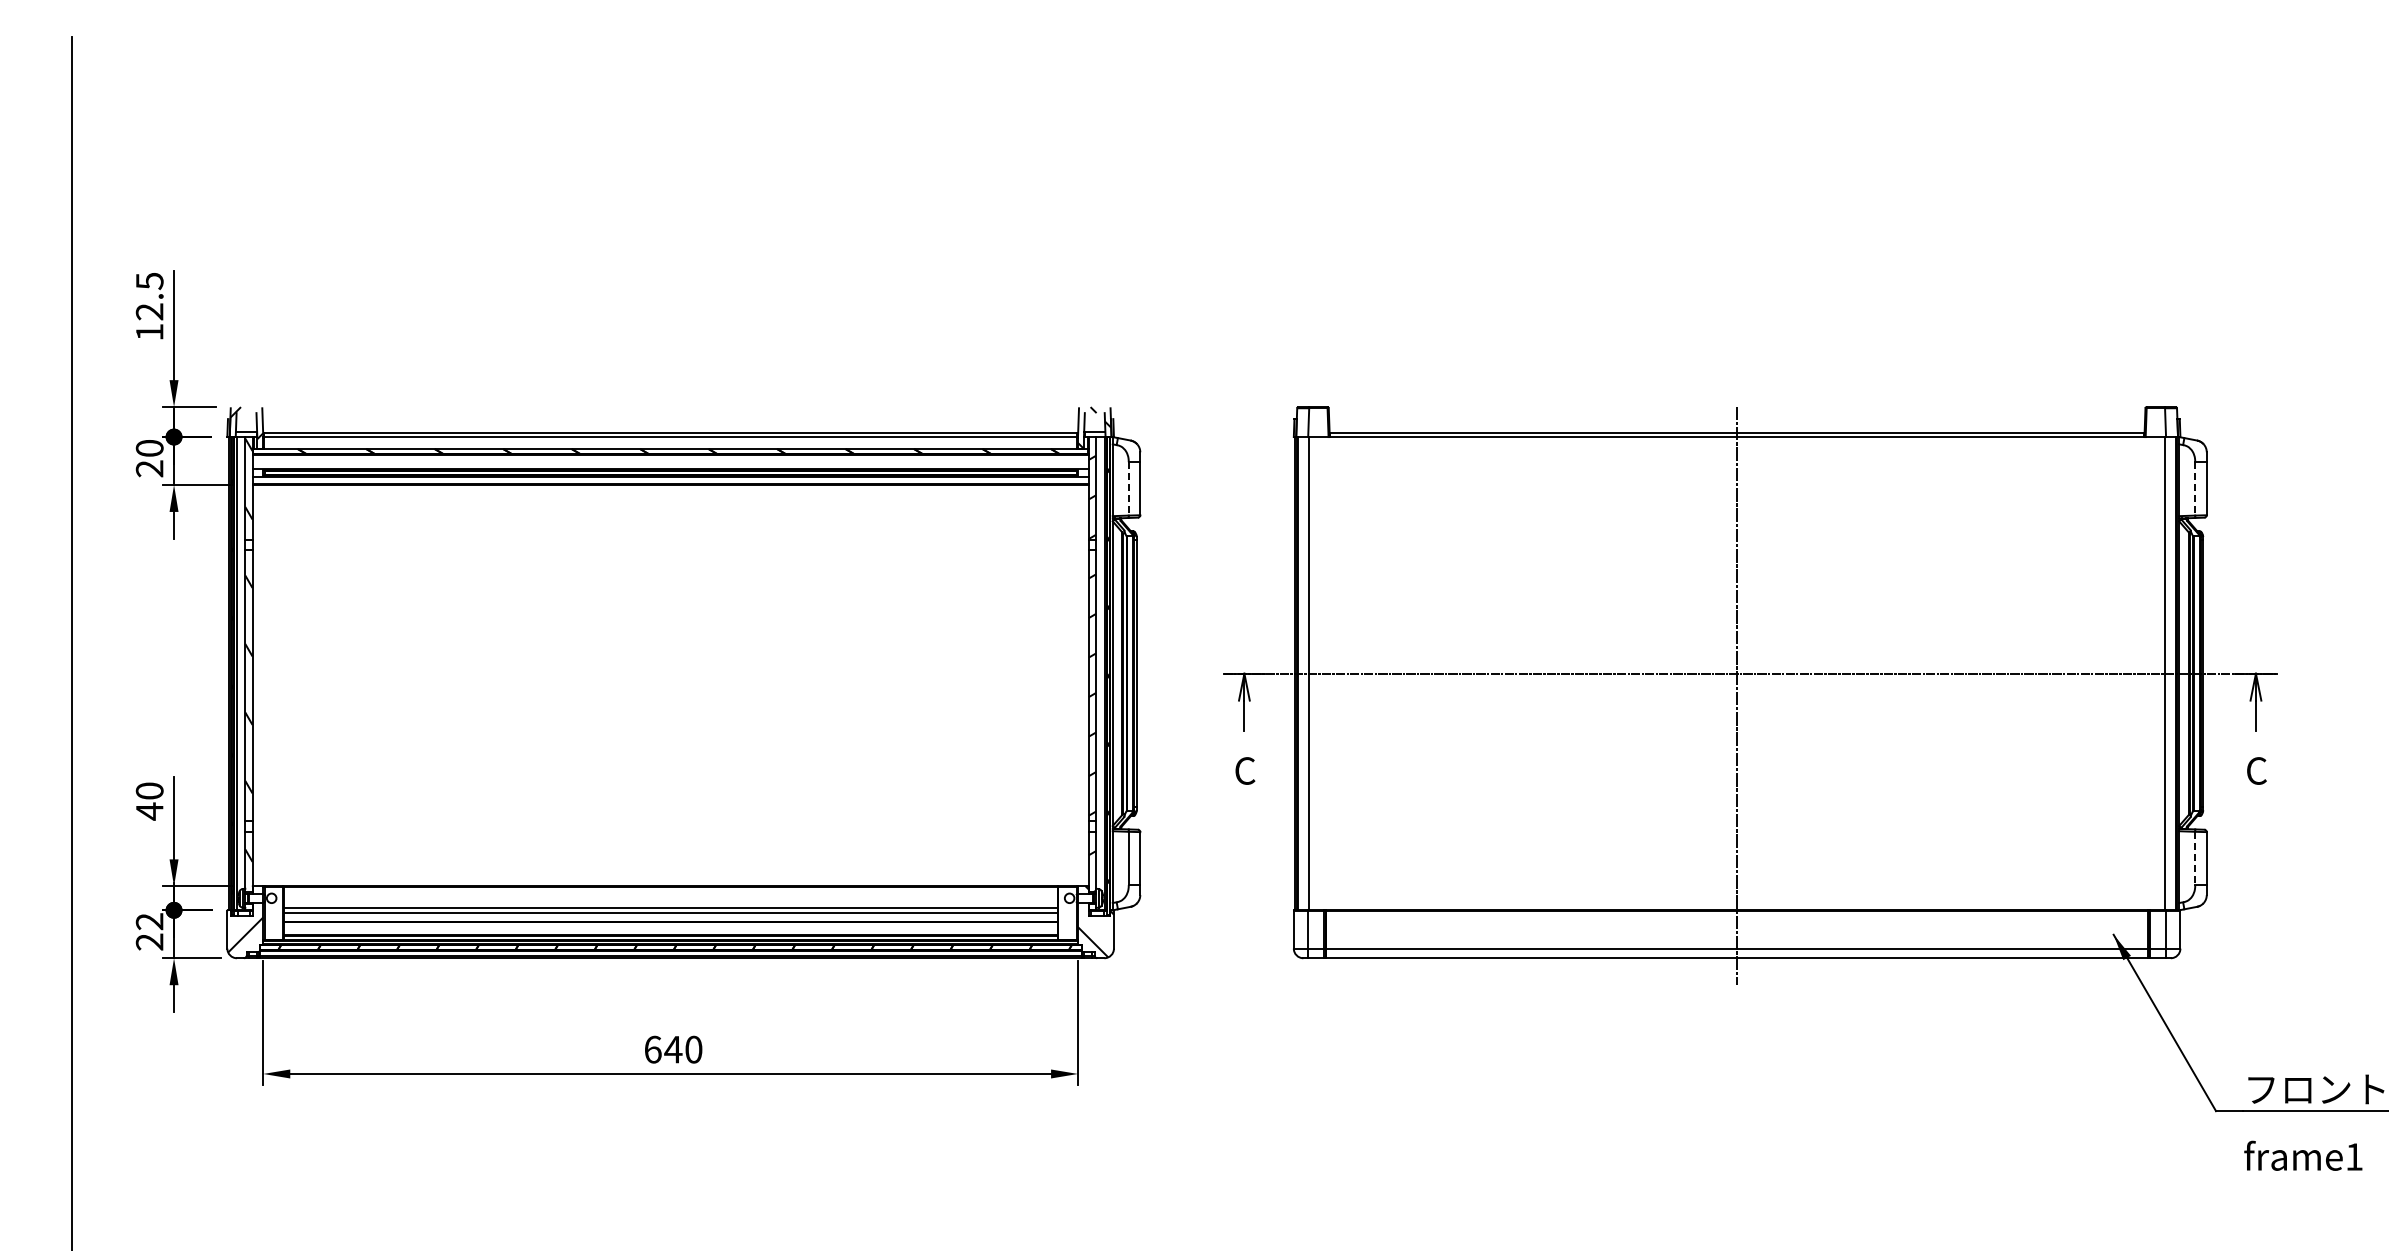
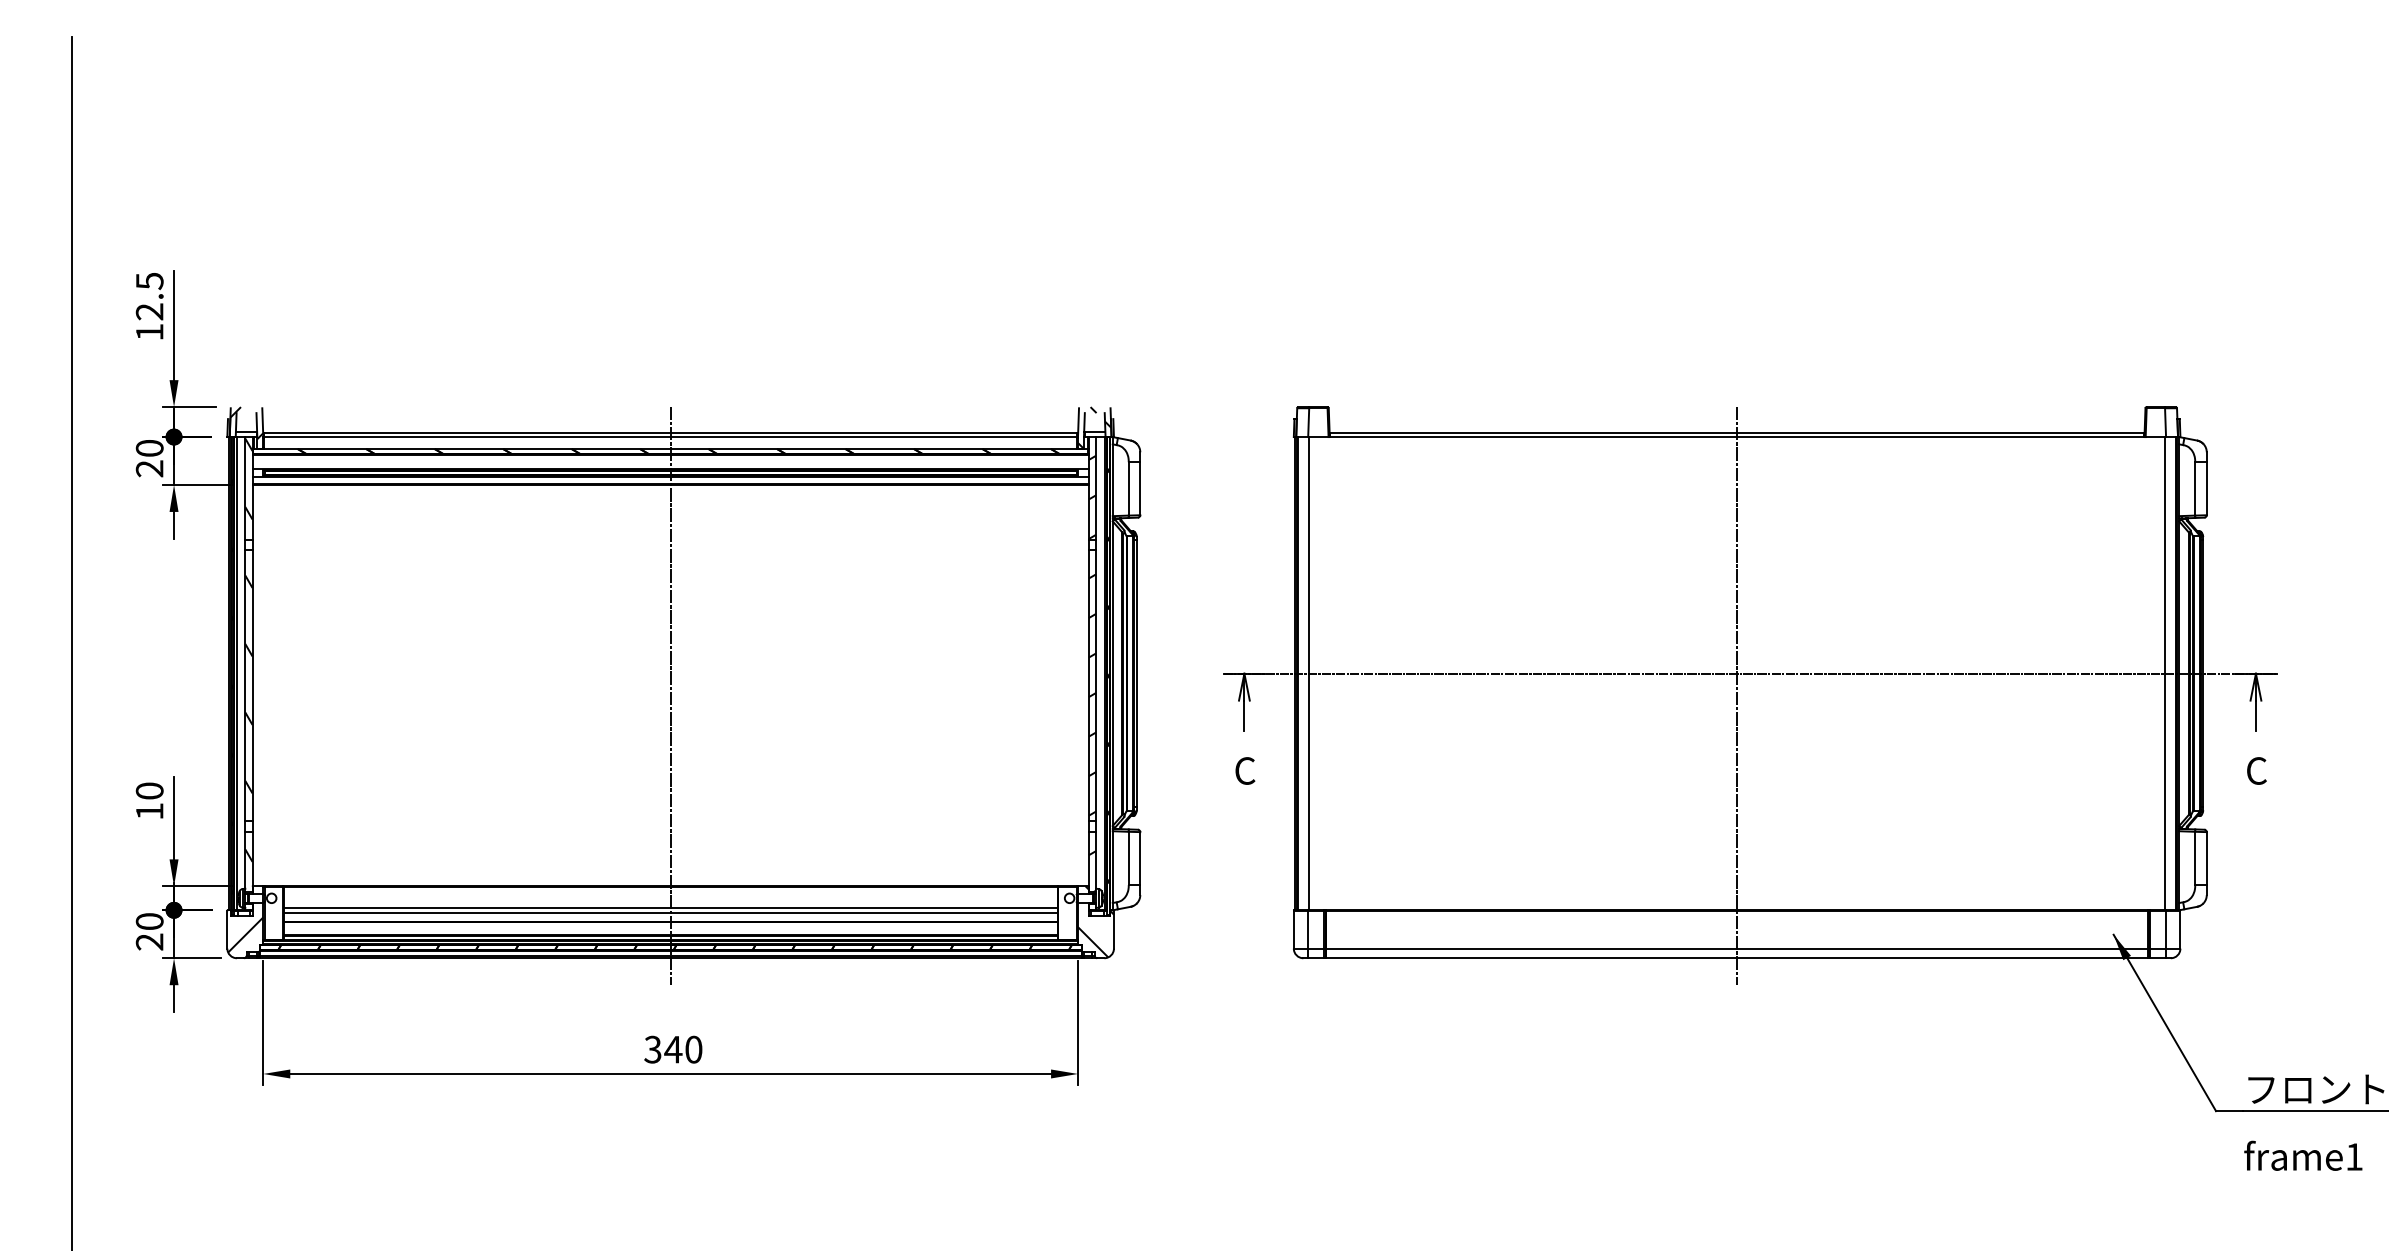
line at (1128, 488): dashed -> solid
line at (2195, 488): dashed -> solid
line at (670, 695): none -> present
text at (149, 811): 40 -> 10
line at (2195, 858): dashed -> solid
text at (149, 921): 22 -> 20
text at (652, 1049): 640 -> 340
